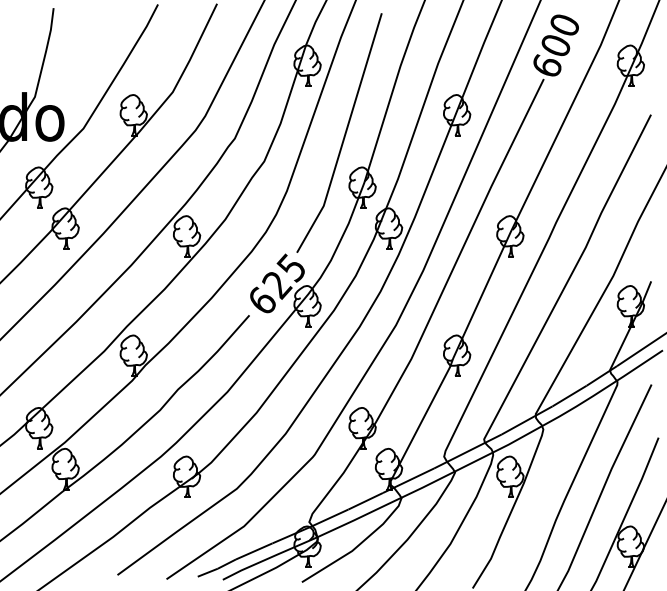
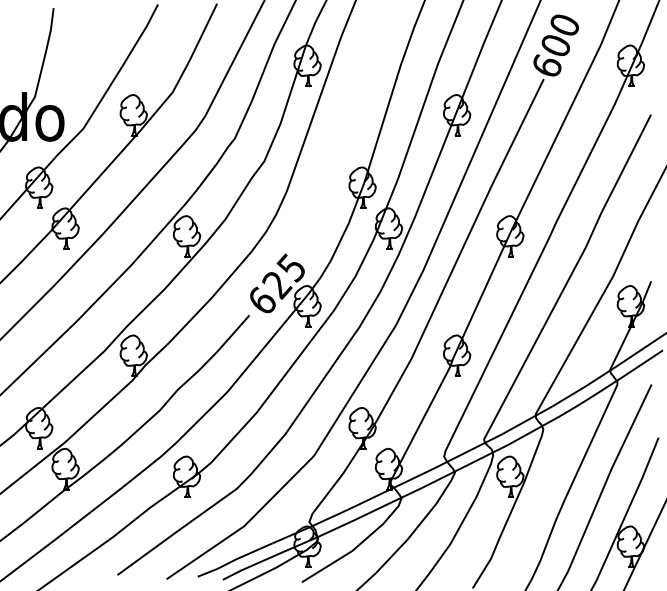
line at (344, 133): present -> none
